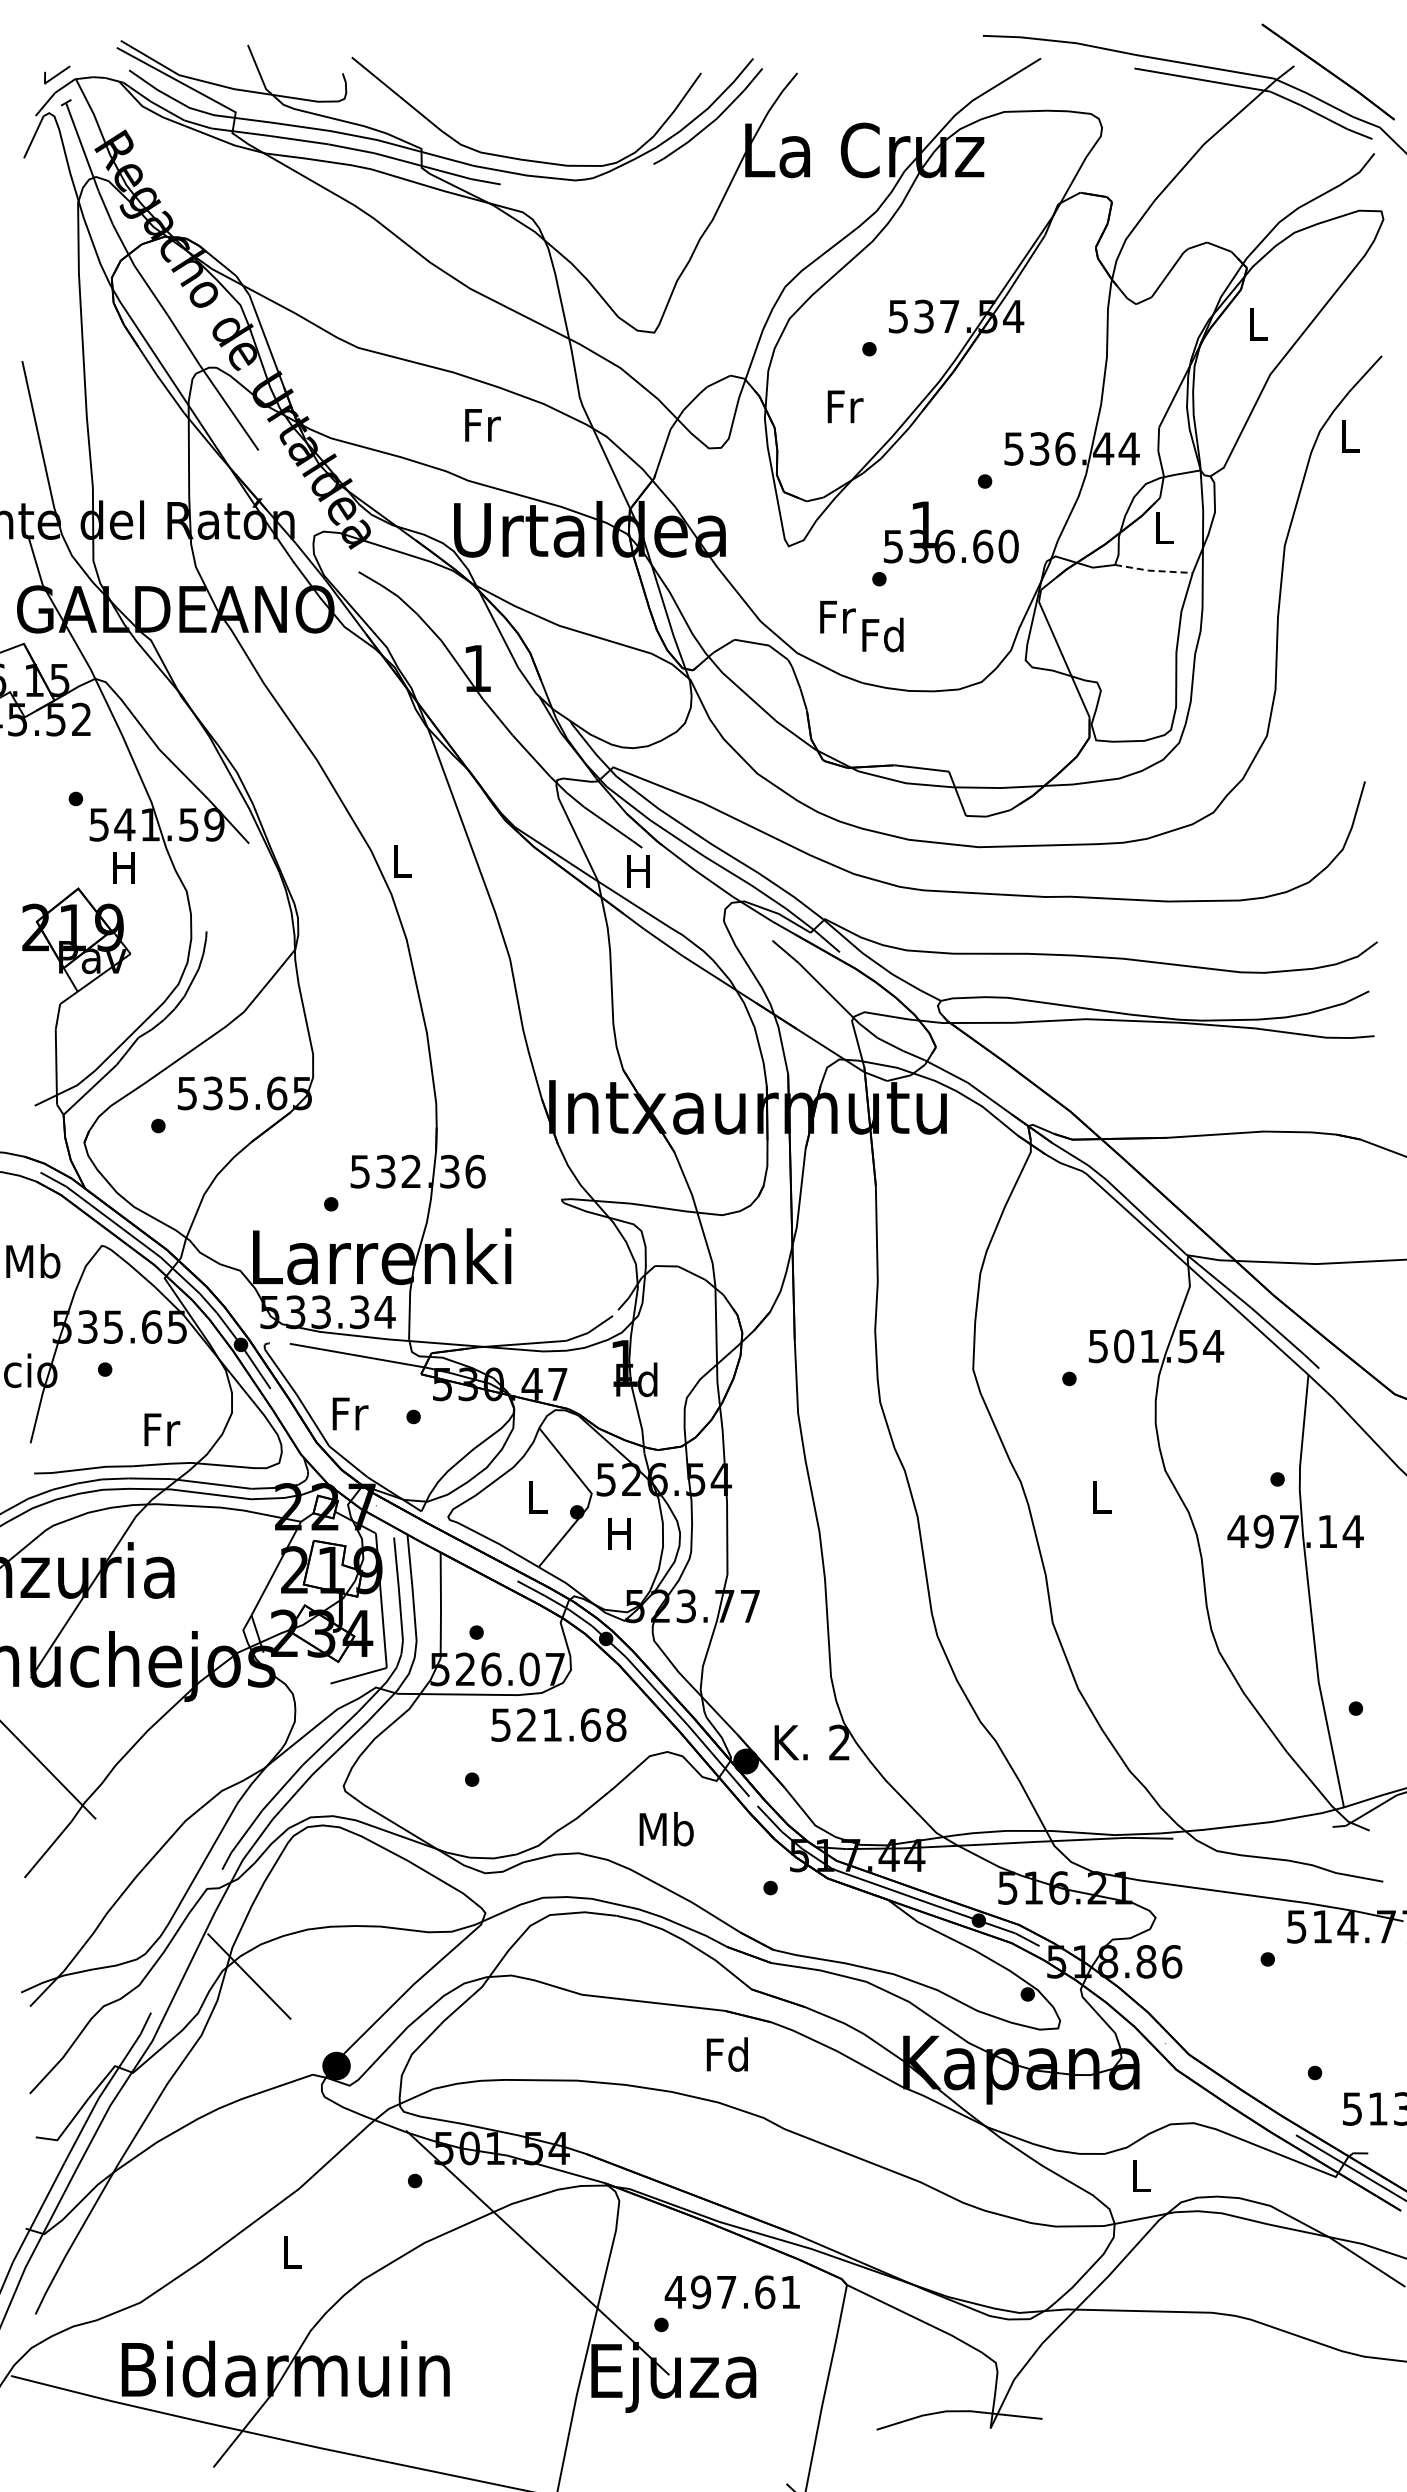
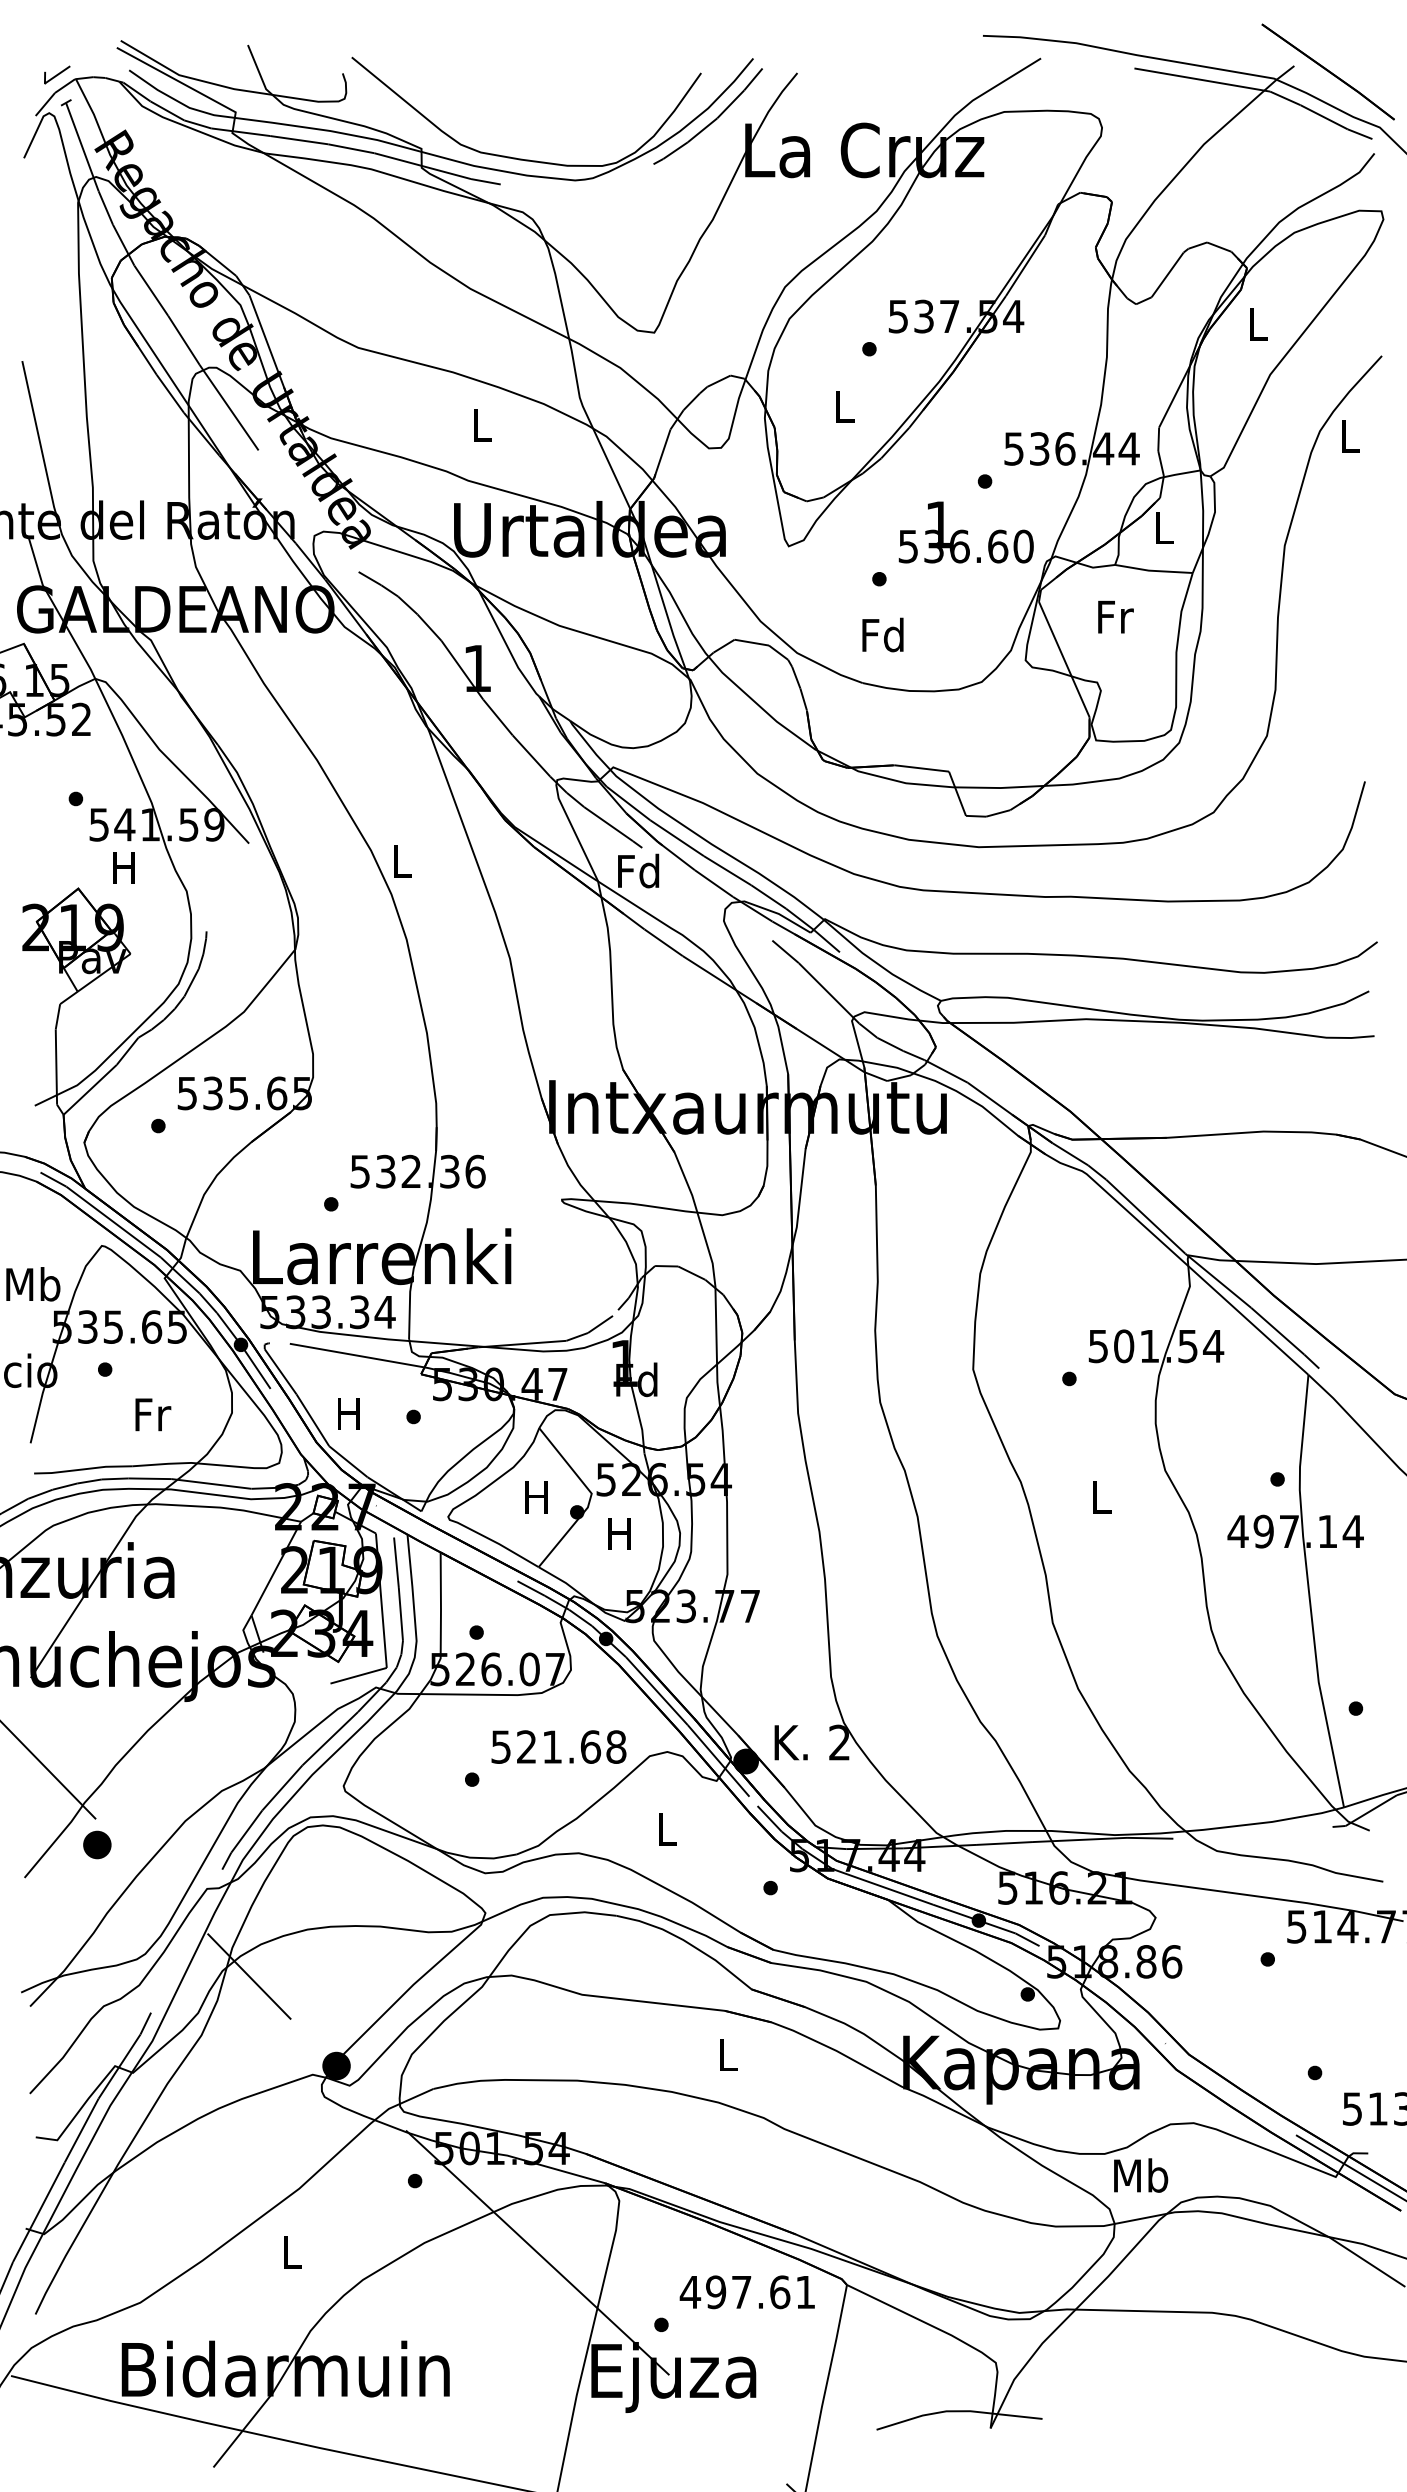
text at (845, 406): Fr -> L
text at (482, 425): Fr -> L
text at (950, 532) position: (950, 532) -> (965, 532)
line at (1153, 570): dashed -> solid
text at (837, 616) position: (837, 616) -> (1115, 616)
text at (638, 870): H -> Fd
text at (33, 1261) position: (33, 1261) -> (33, 1284)
text at (350, 1413): Fr -> H
text at (162, 1429) position: (162, 1429) -> (153, 1414)
text at (536, 1497): L -> H
text at (558, 1724) position: (558, 1724) -> (558, 1746)
text at (666, 1828): Mb -> L
part at (97, 1844): none -> present
text at (726, 2054): Fd -> L
text at (1141, 2175): L -> Mb
text at (731, 2292) position: (731, 2292) -> (746, 2292)
